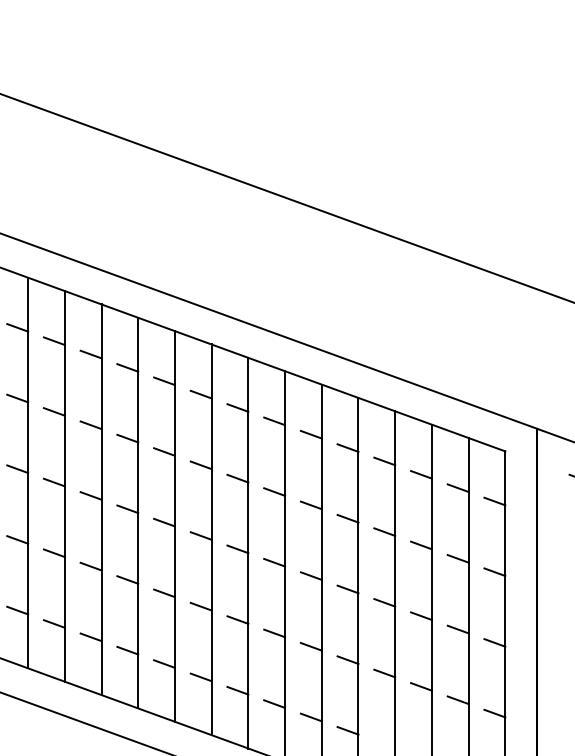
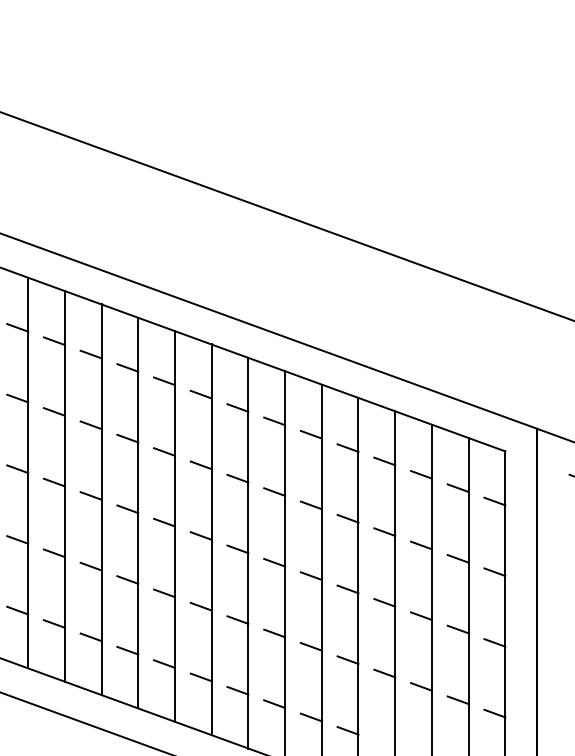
line at (286, 197) position: (286, 197) -> (286, 216)
